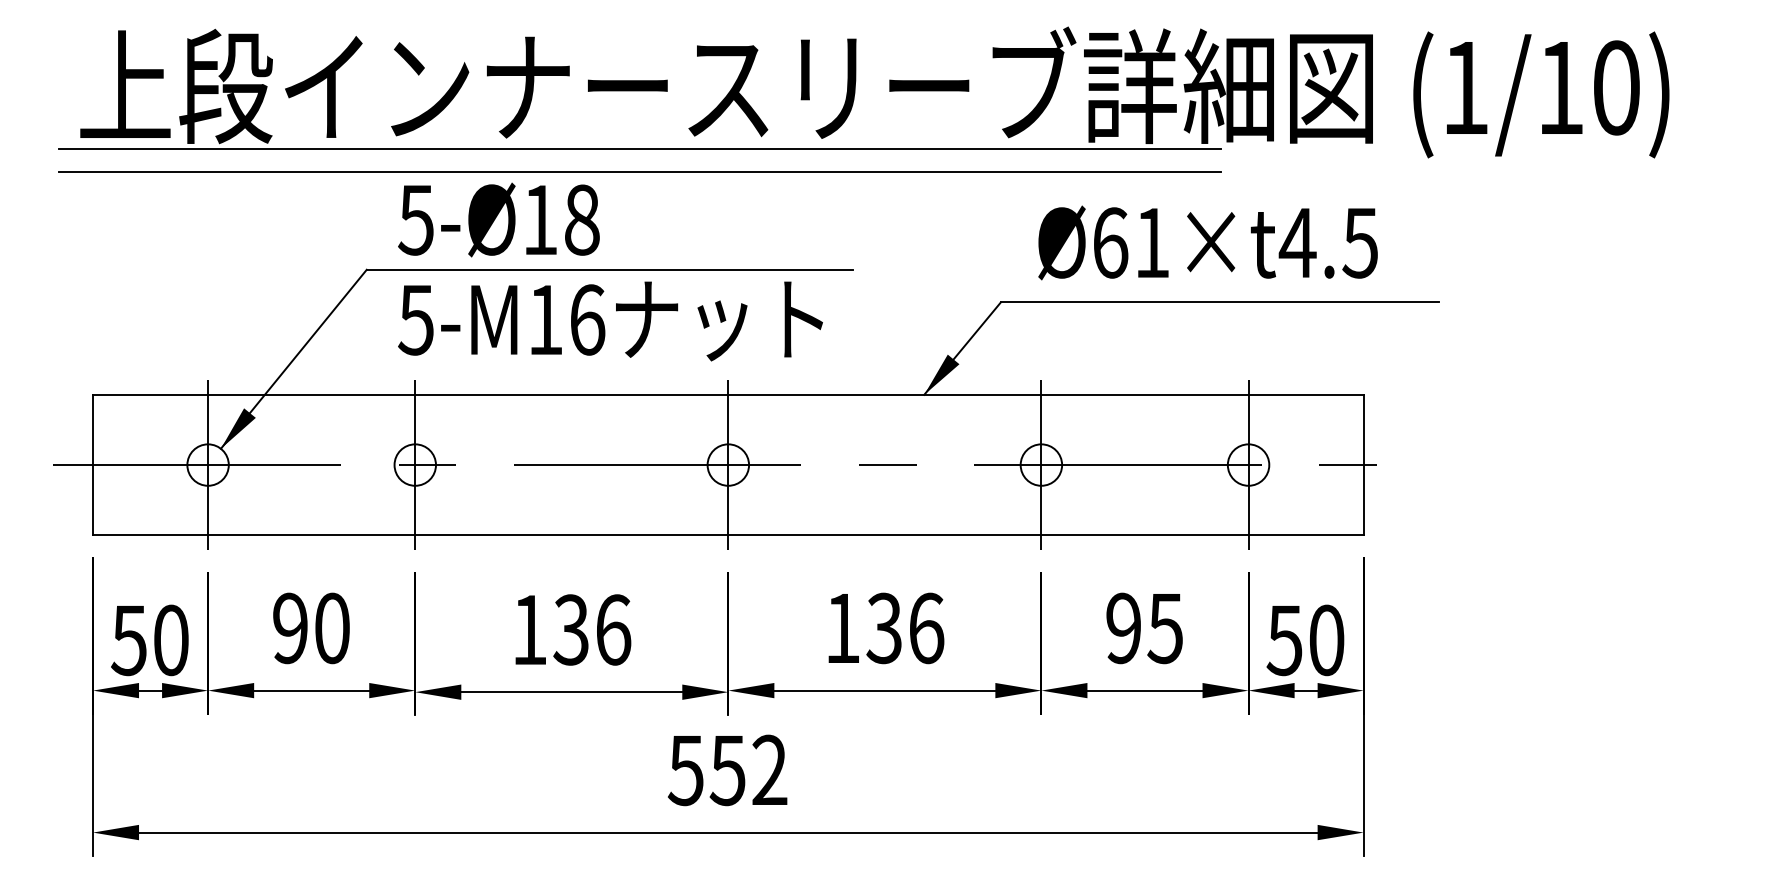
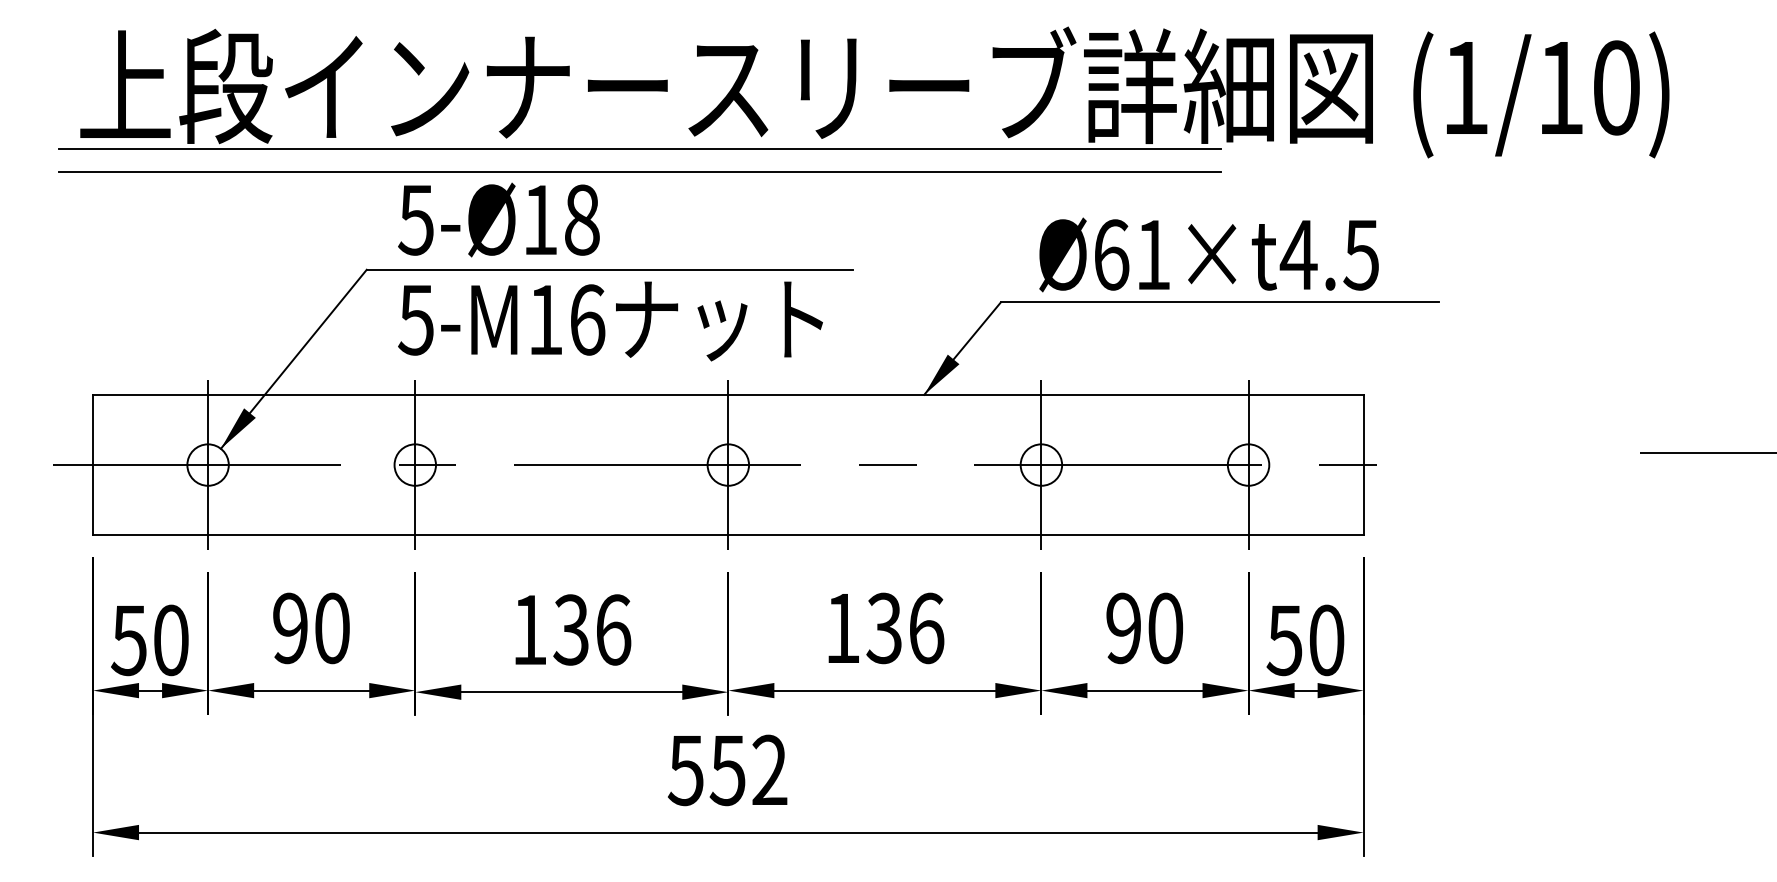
text at (1207, 242) position: (1207, 242) -> (1208, 254)
line at (1706, 452): none -> present
text at (1165, 628): 95 -> 90
